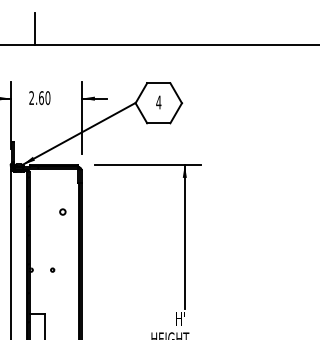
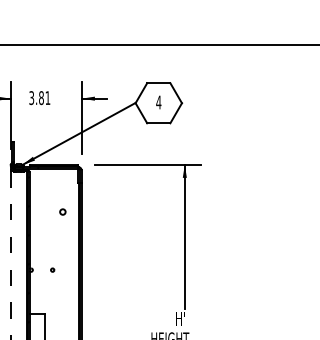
line at (35, 29): present -> none
text at (39, 98): 2.60 -> 3.81
line at (10, 256): solid -> dashed
